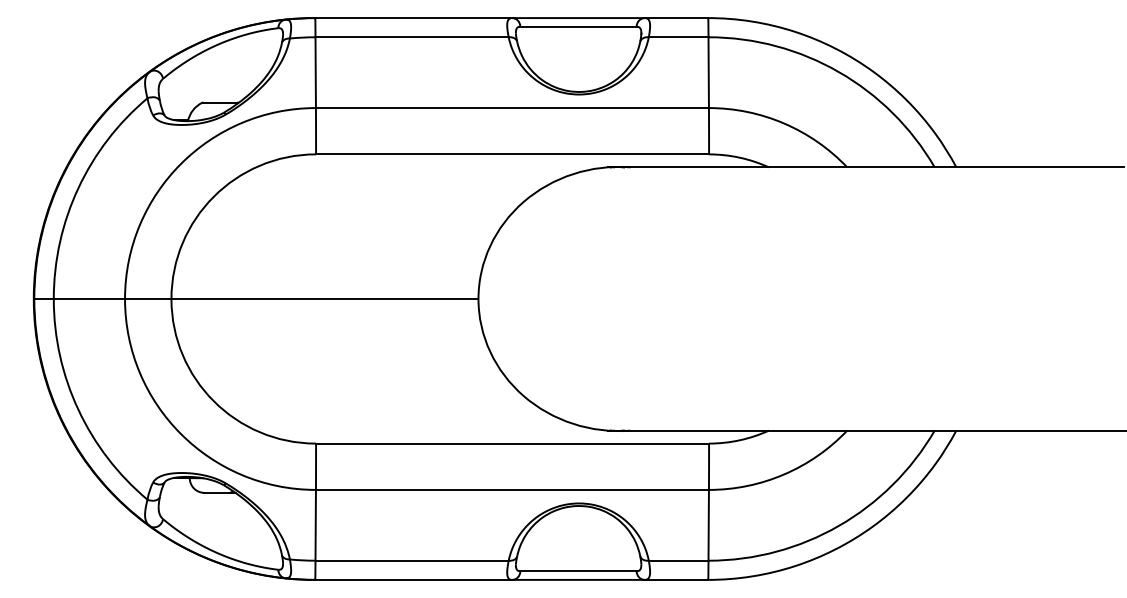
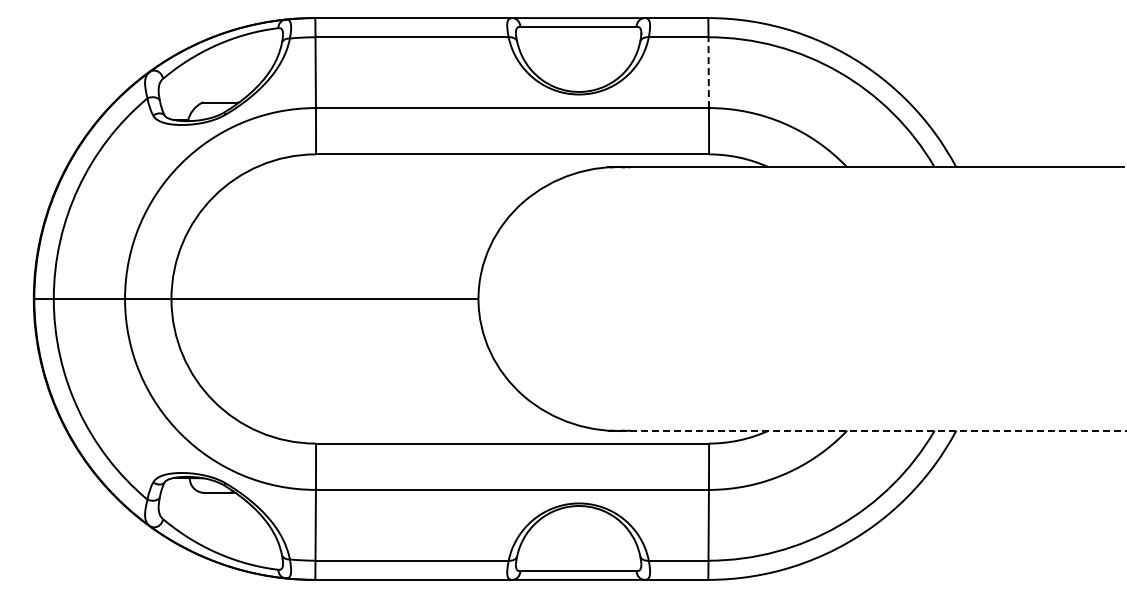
line at (708, 72): solid -> dashed
line at (866, 430): solid -> dashed
